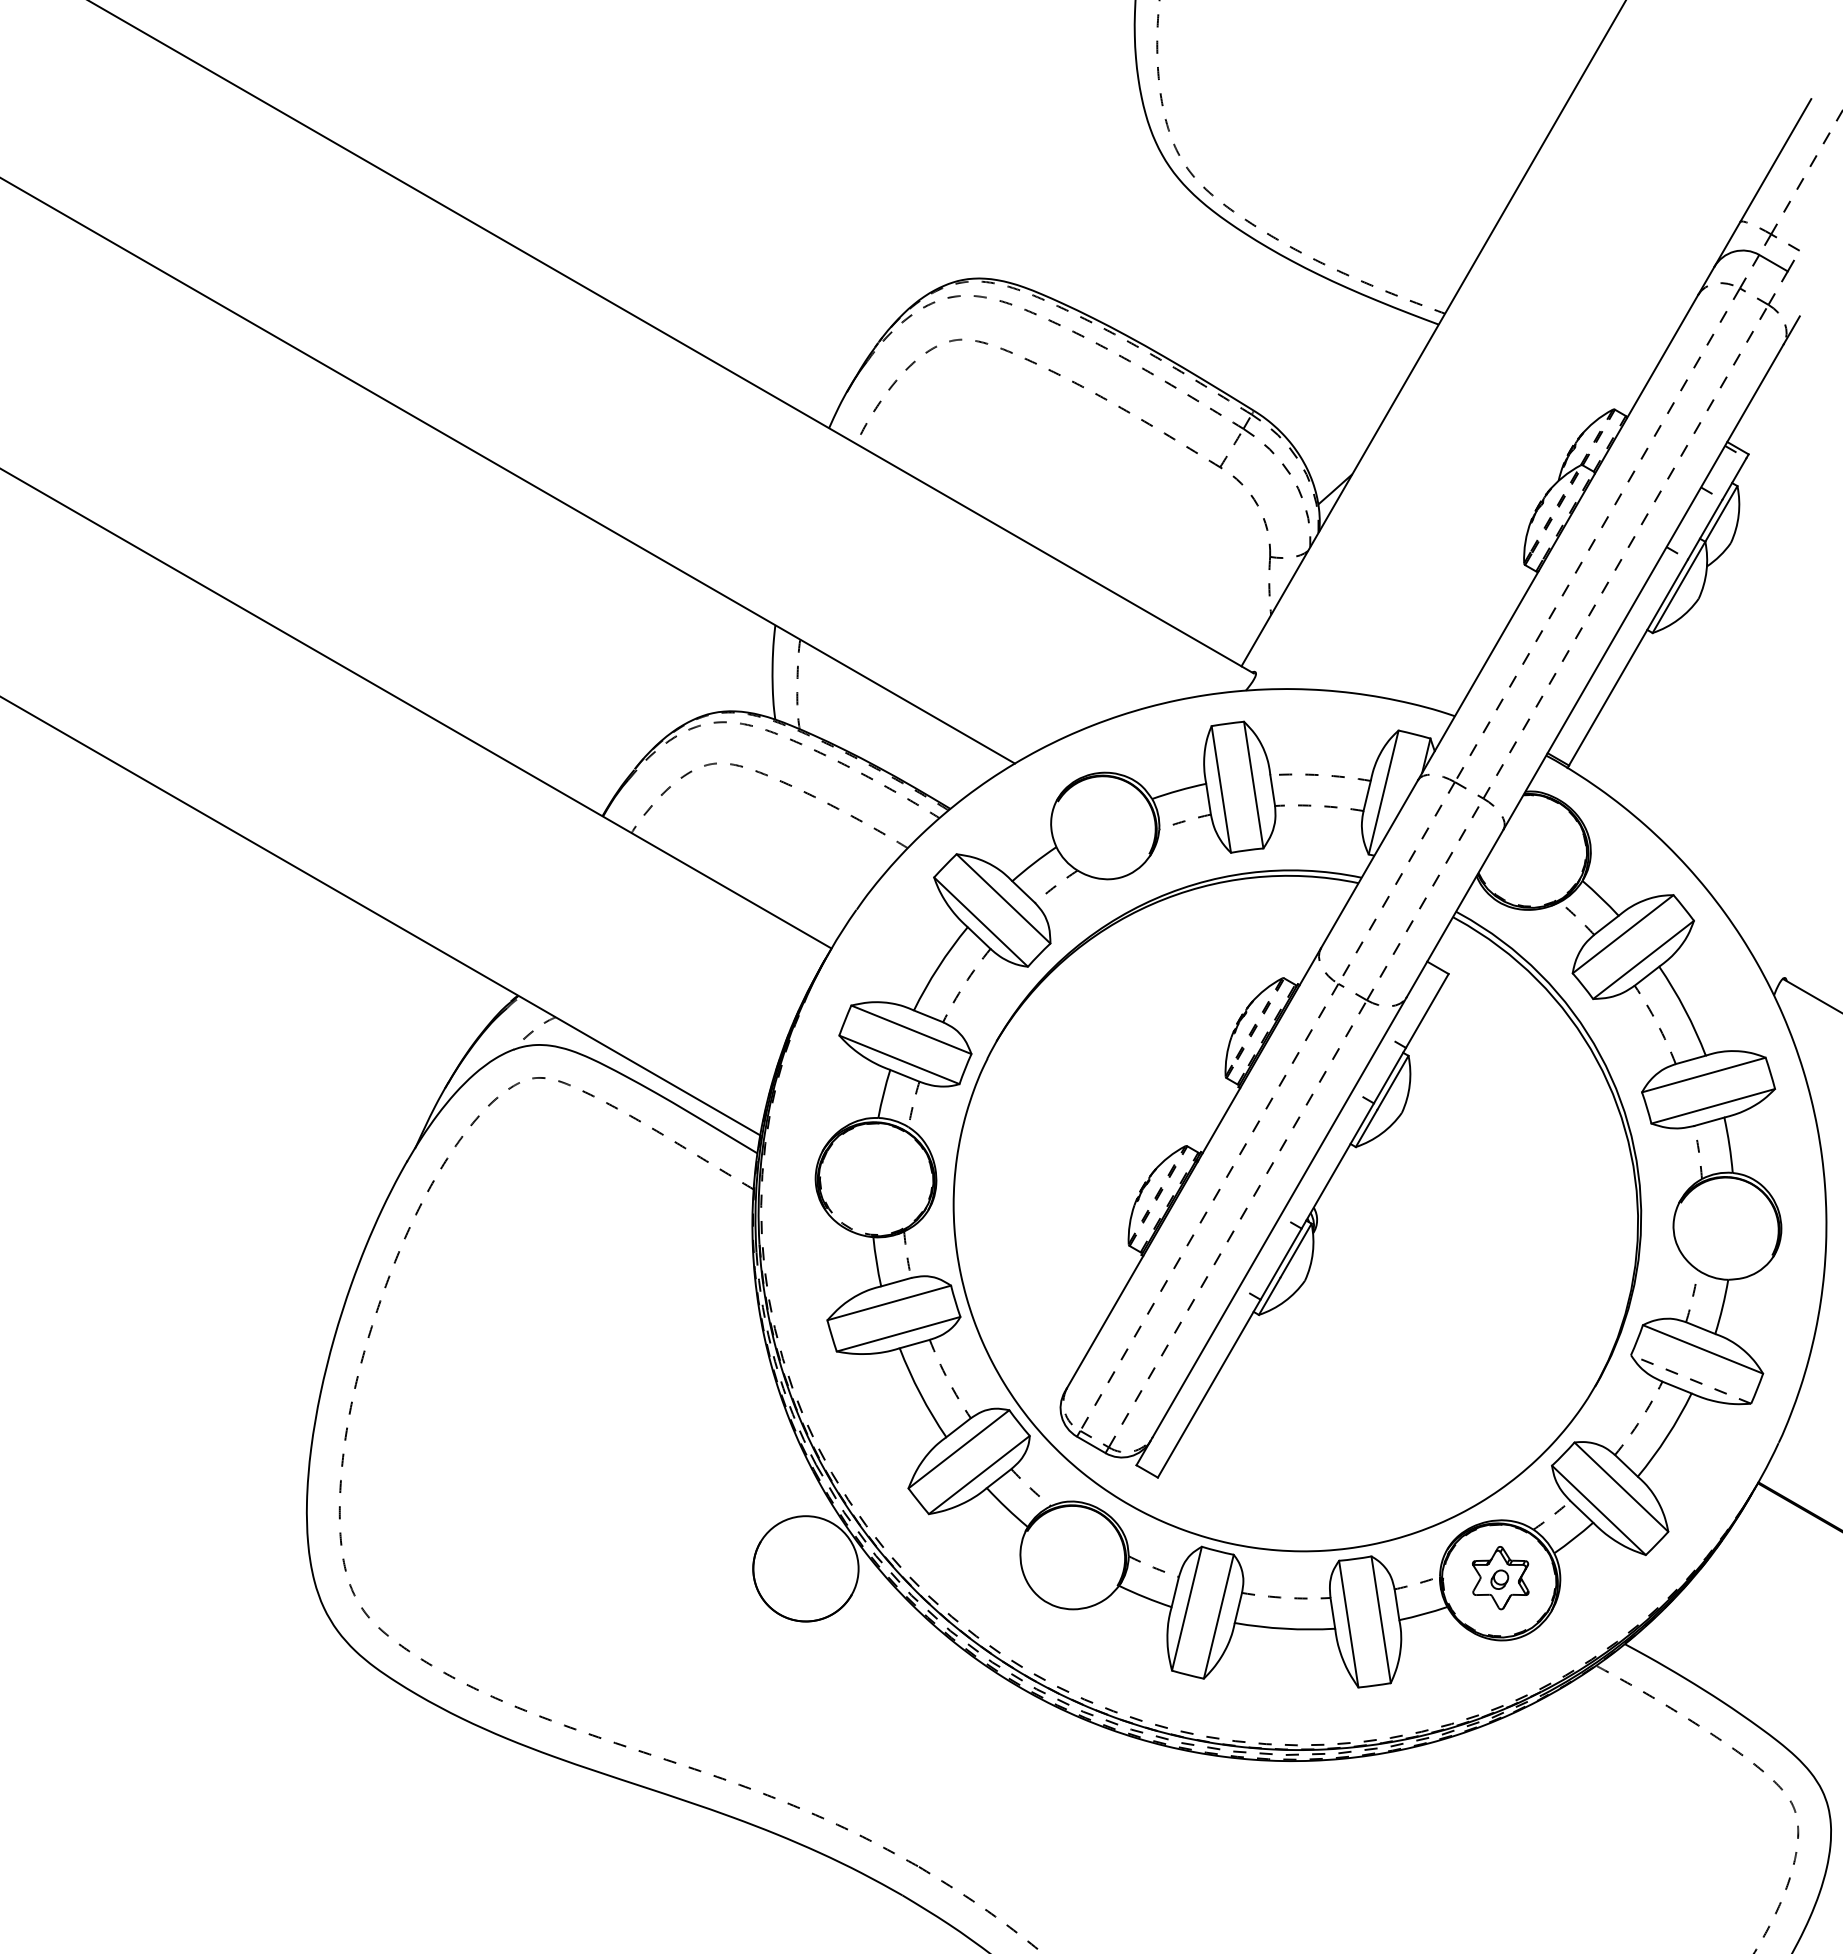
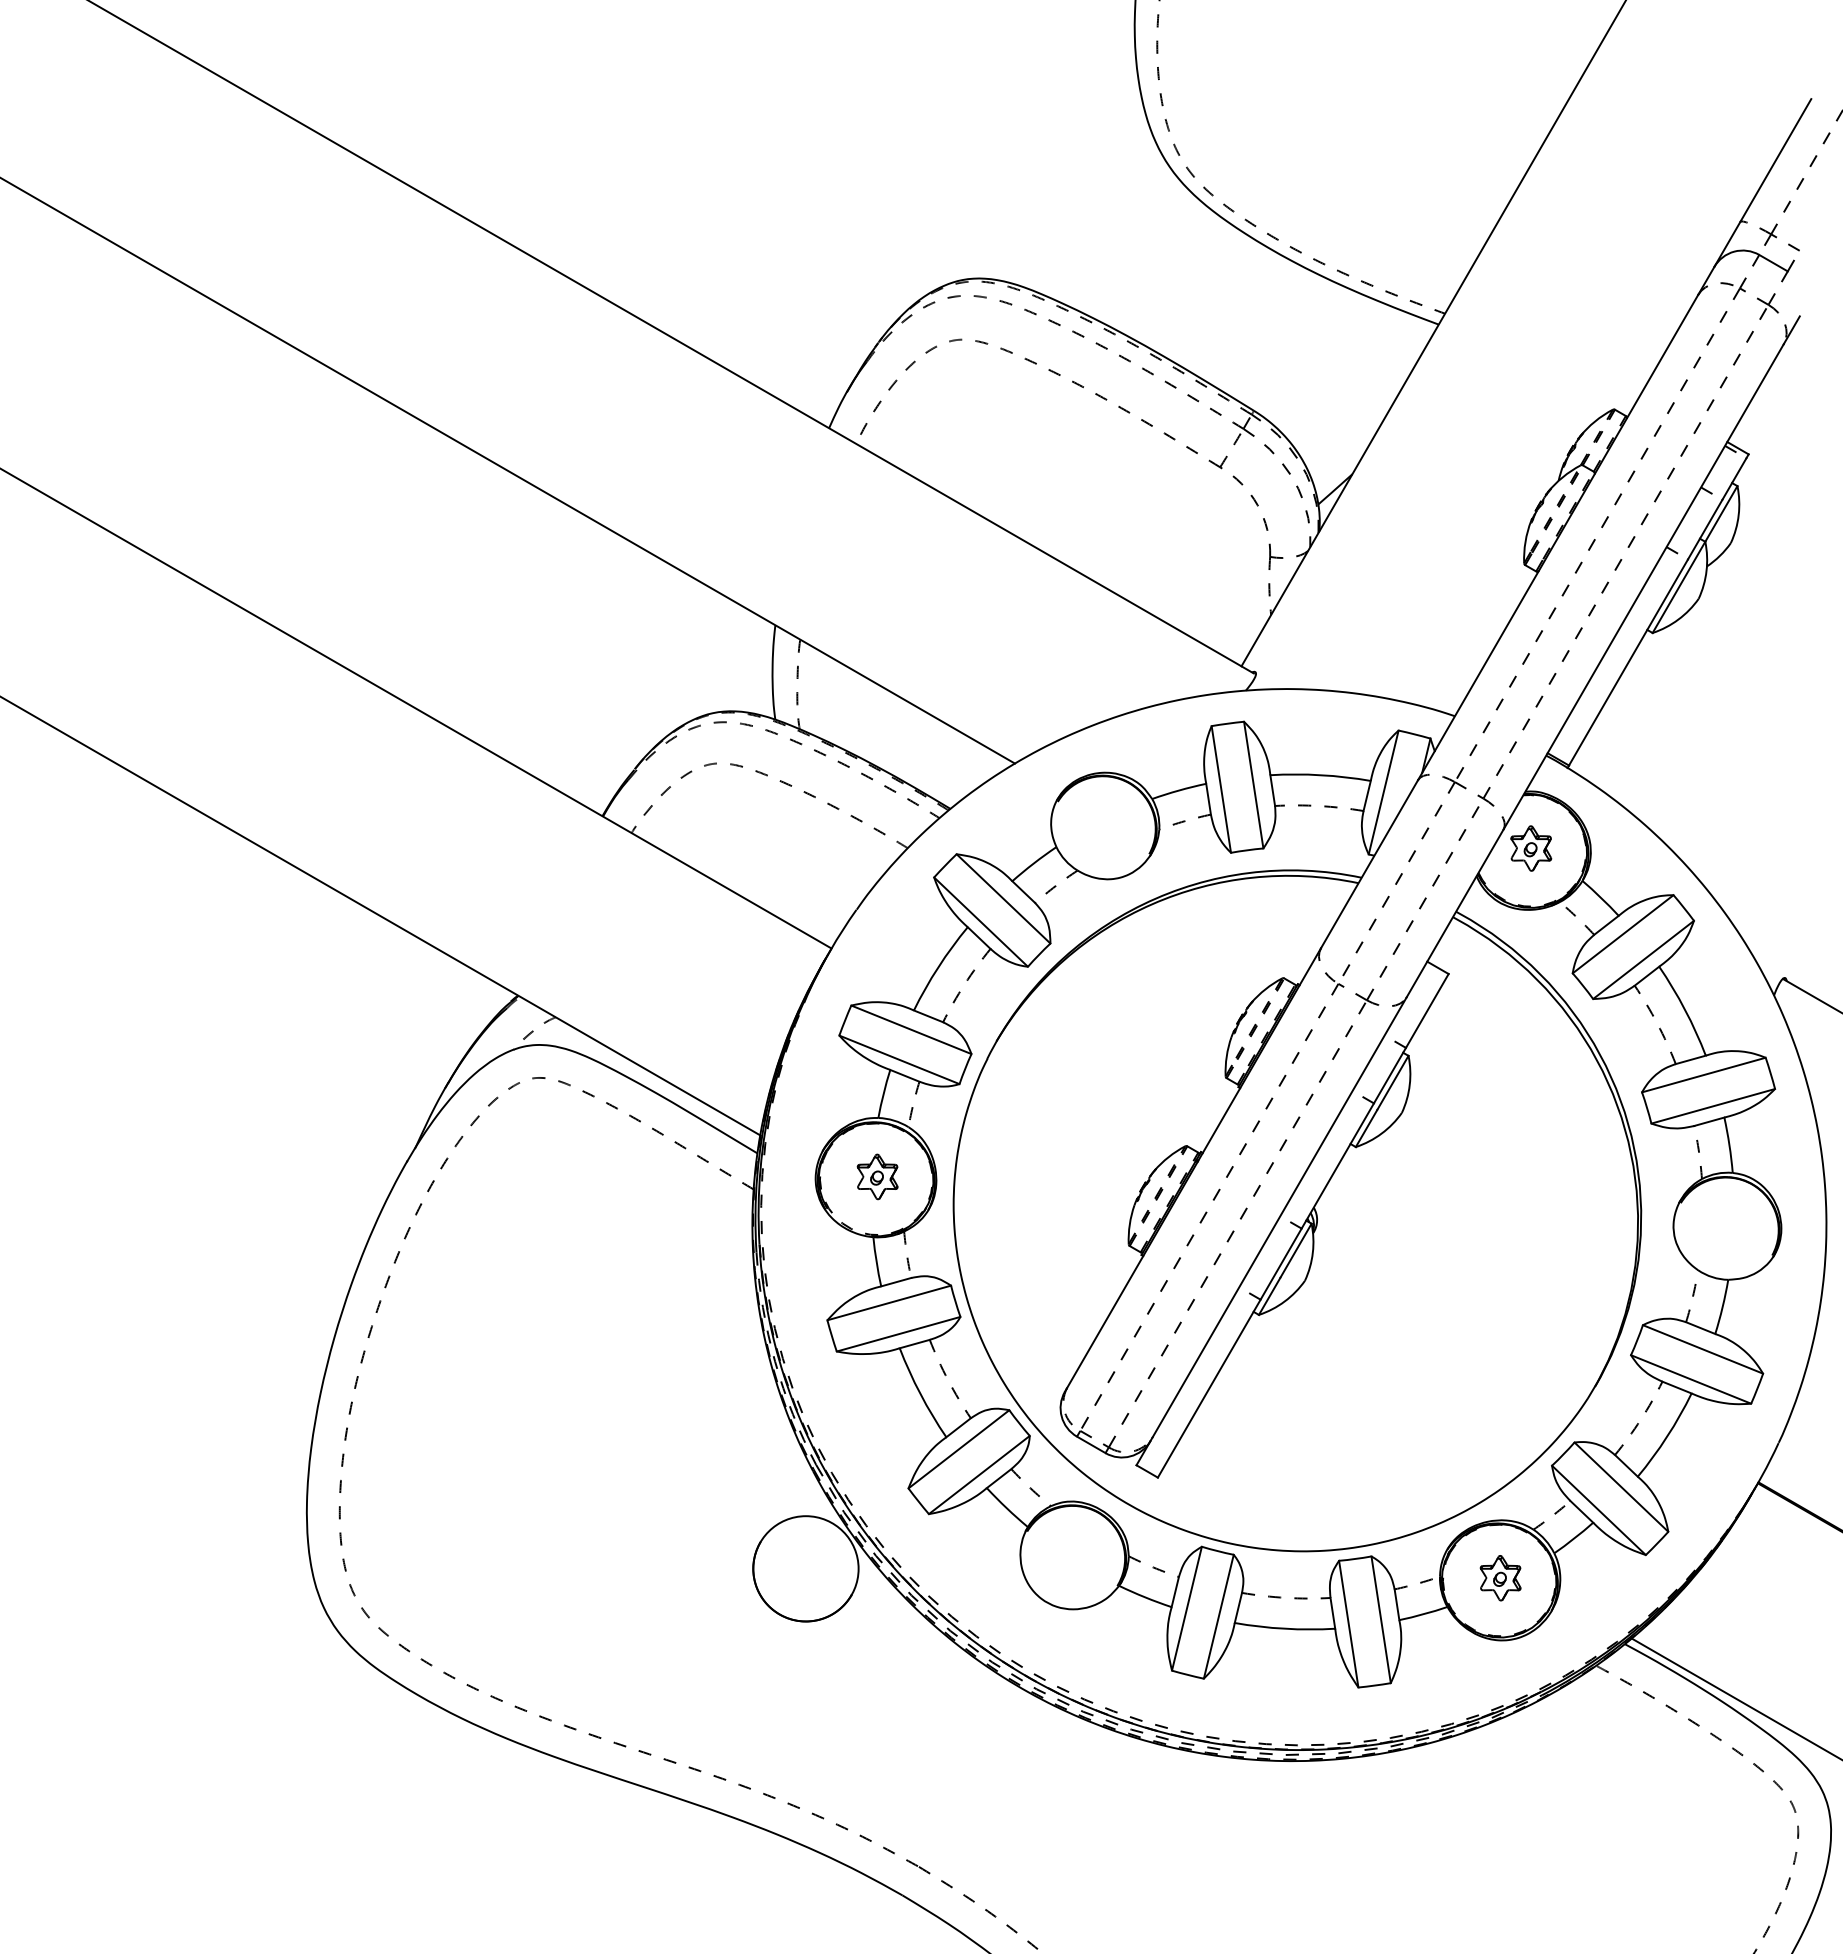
arc at (1320, 775): dashed -> solid
part at (1531, 848): none -> present
part at (877, 1176): none -> present
line at (1691, 1379): dashed -> solid
part at (1500, 1578) size: 58x65 px -> 43x47 px
line at (1735, 1698): none -> present
